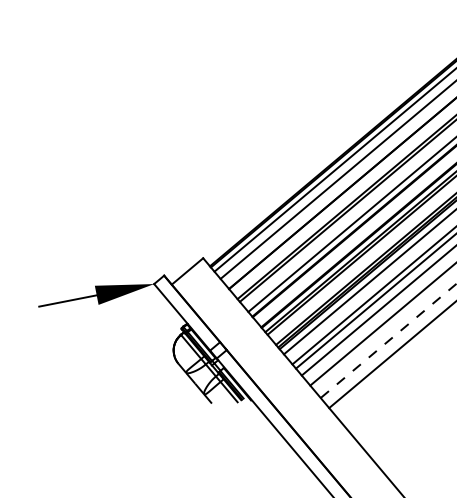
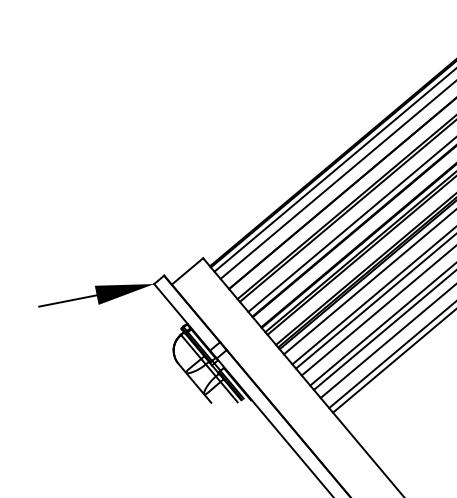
line at (383, 330): none -> present
line at (388, 340): dashed -> solid
line at (393, 361): none -> present
